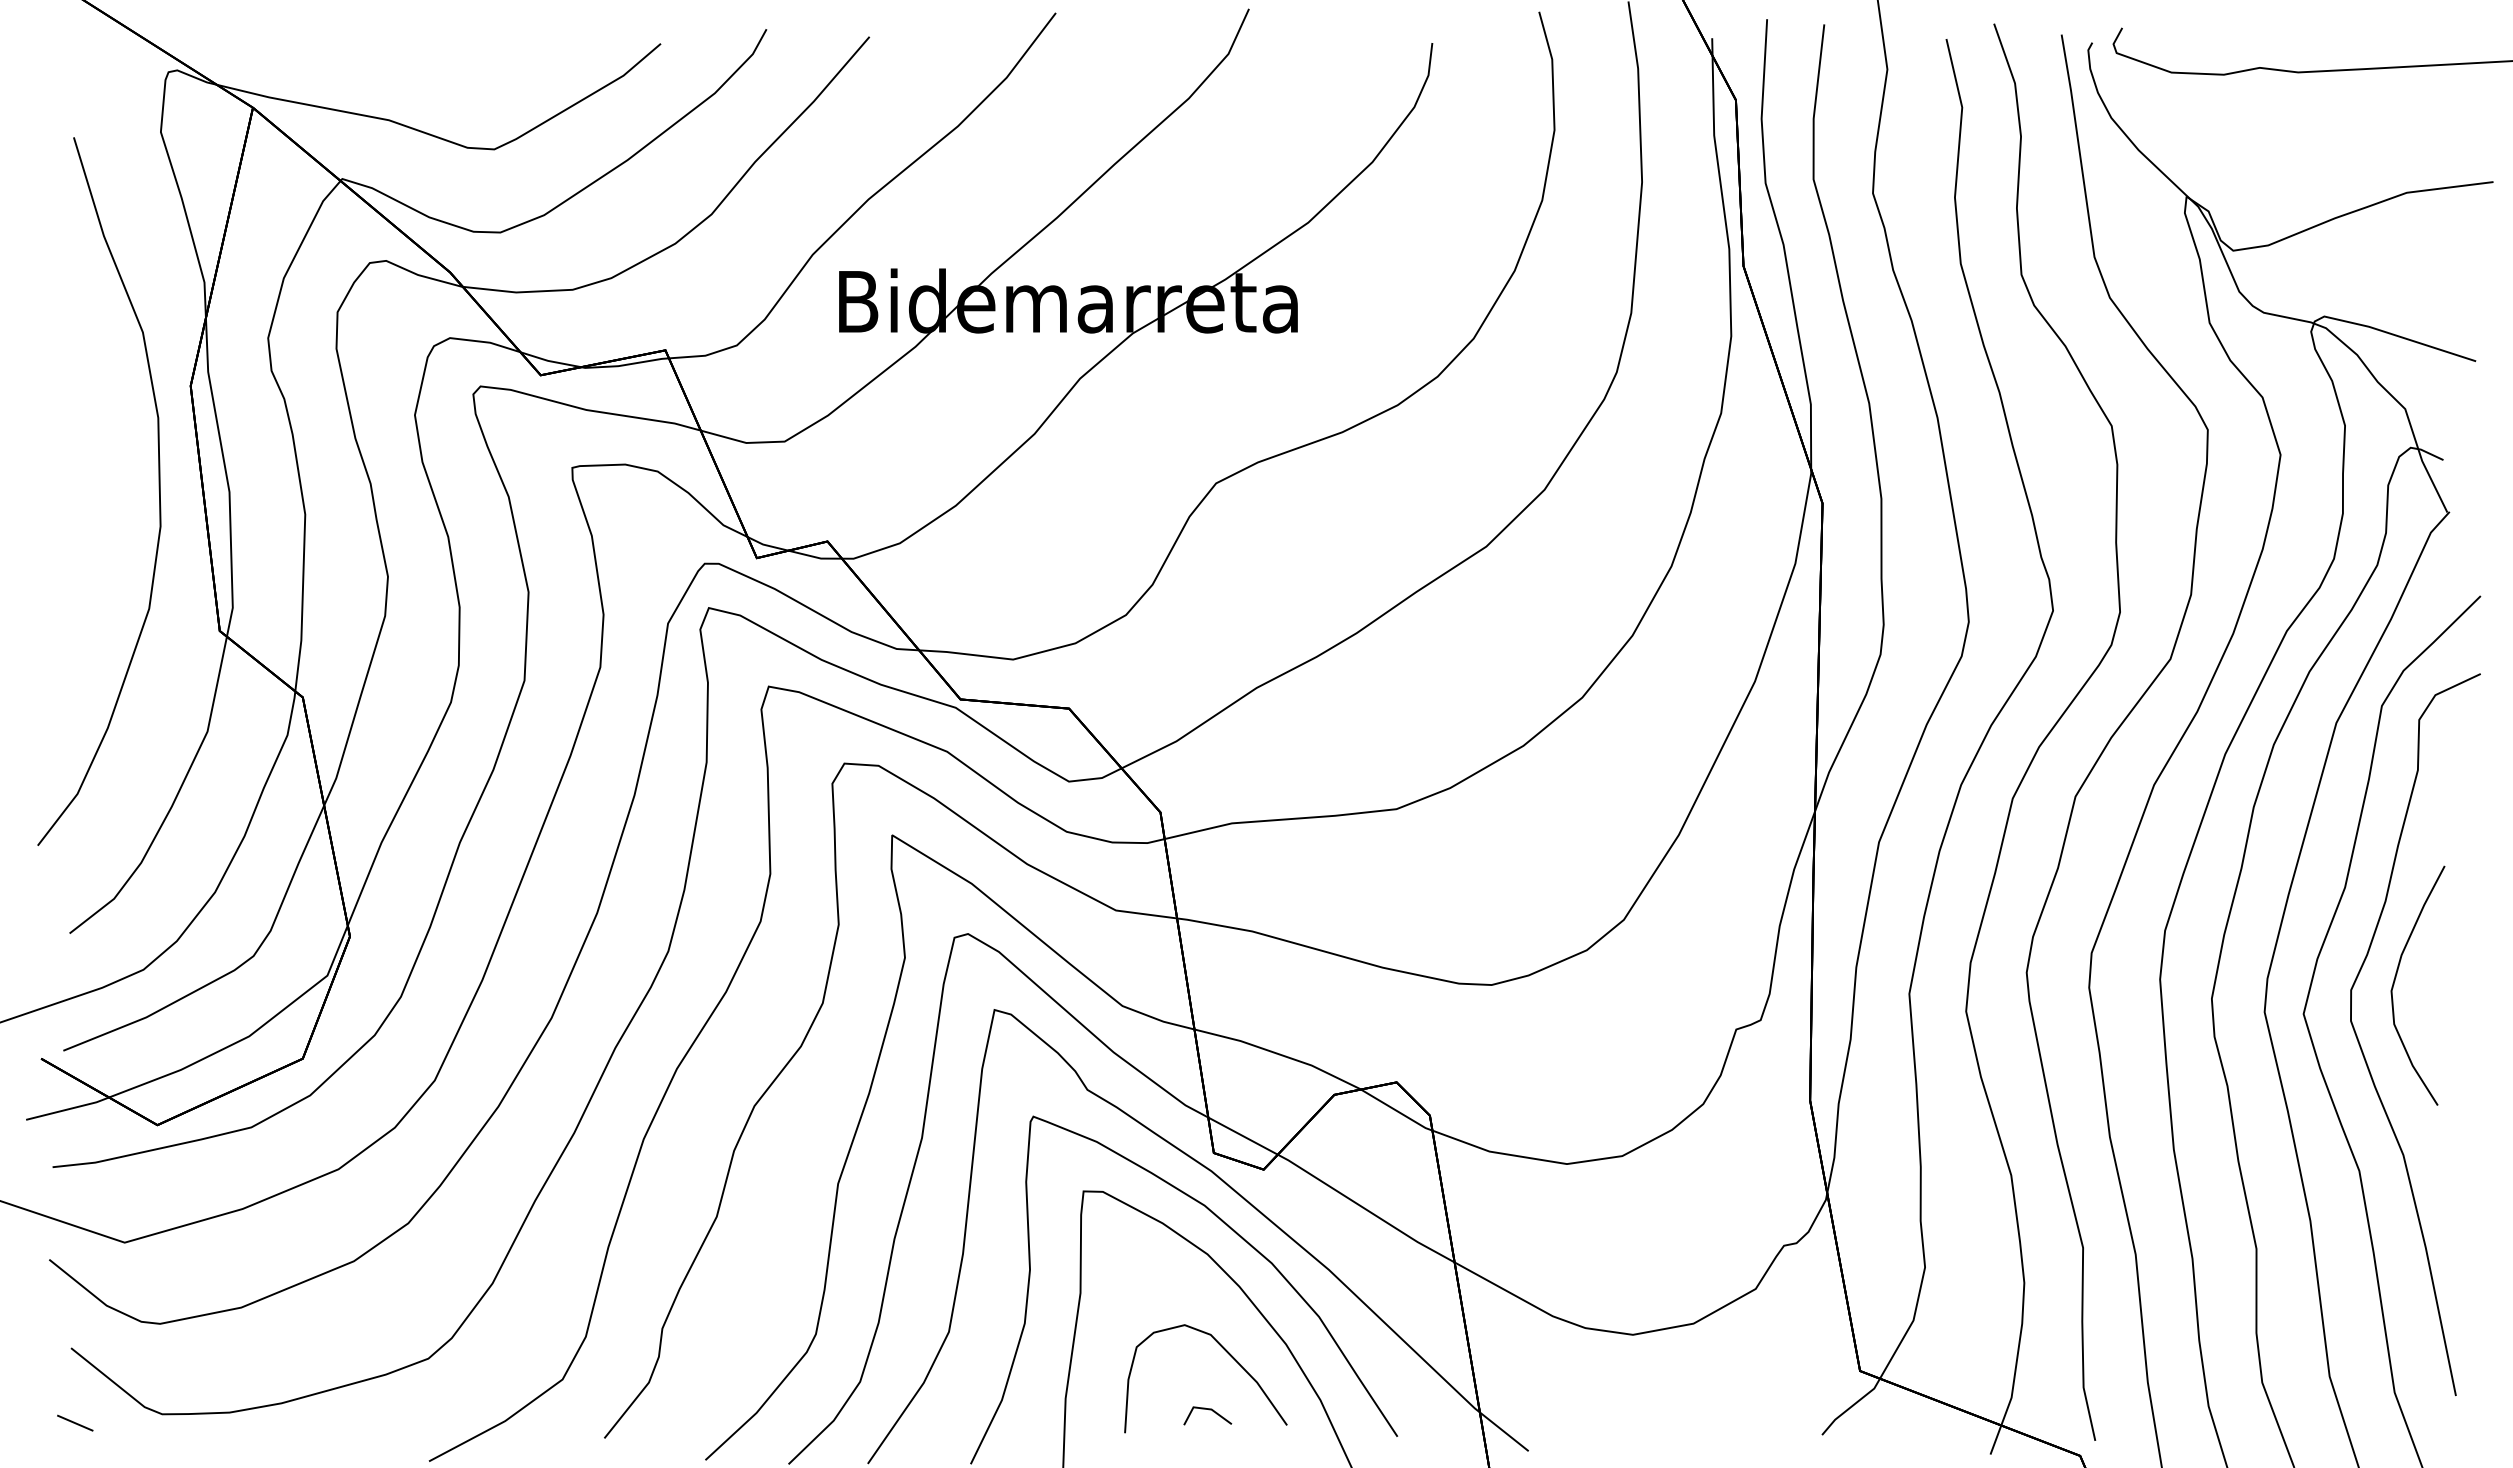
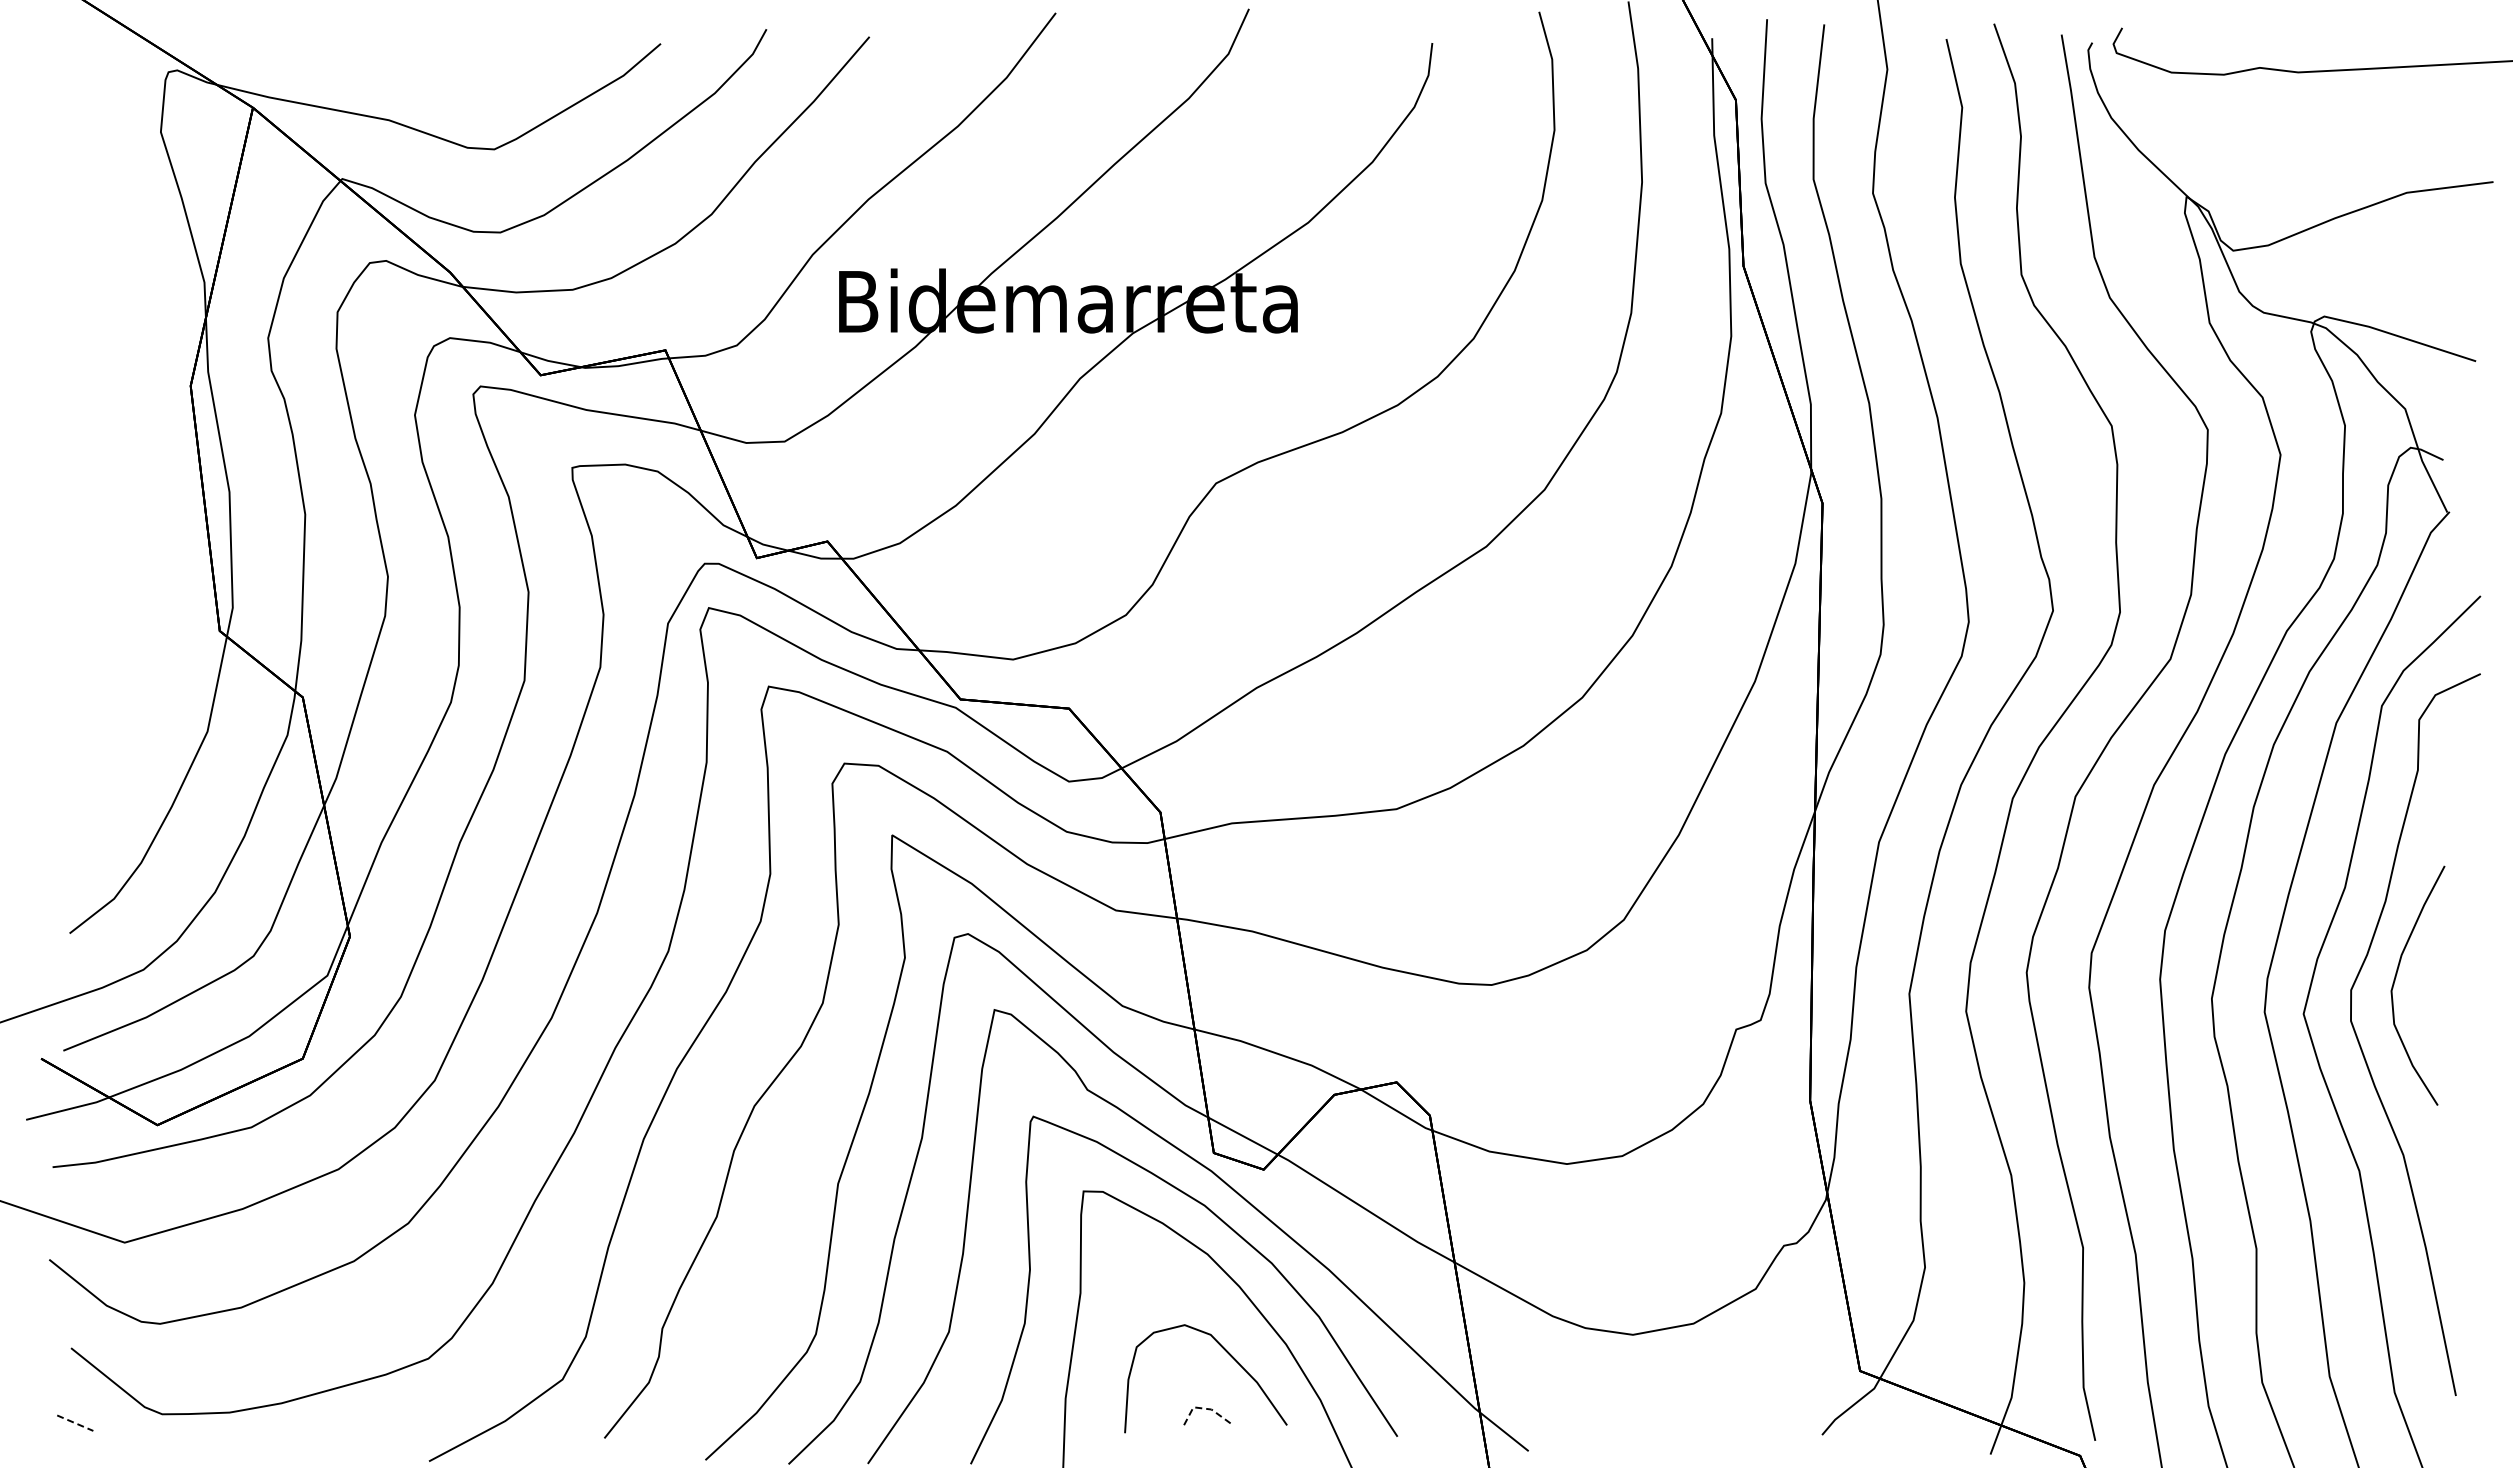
curve at (158, 490): present -> none
line at (1204, 1408): solid -> dashed
line at (75, 1423): solid -> dashed
